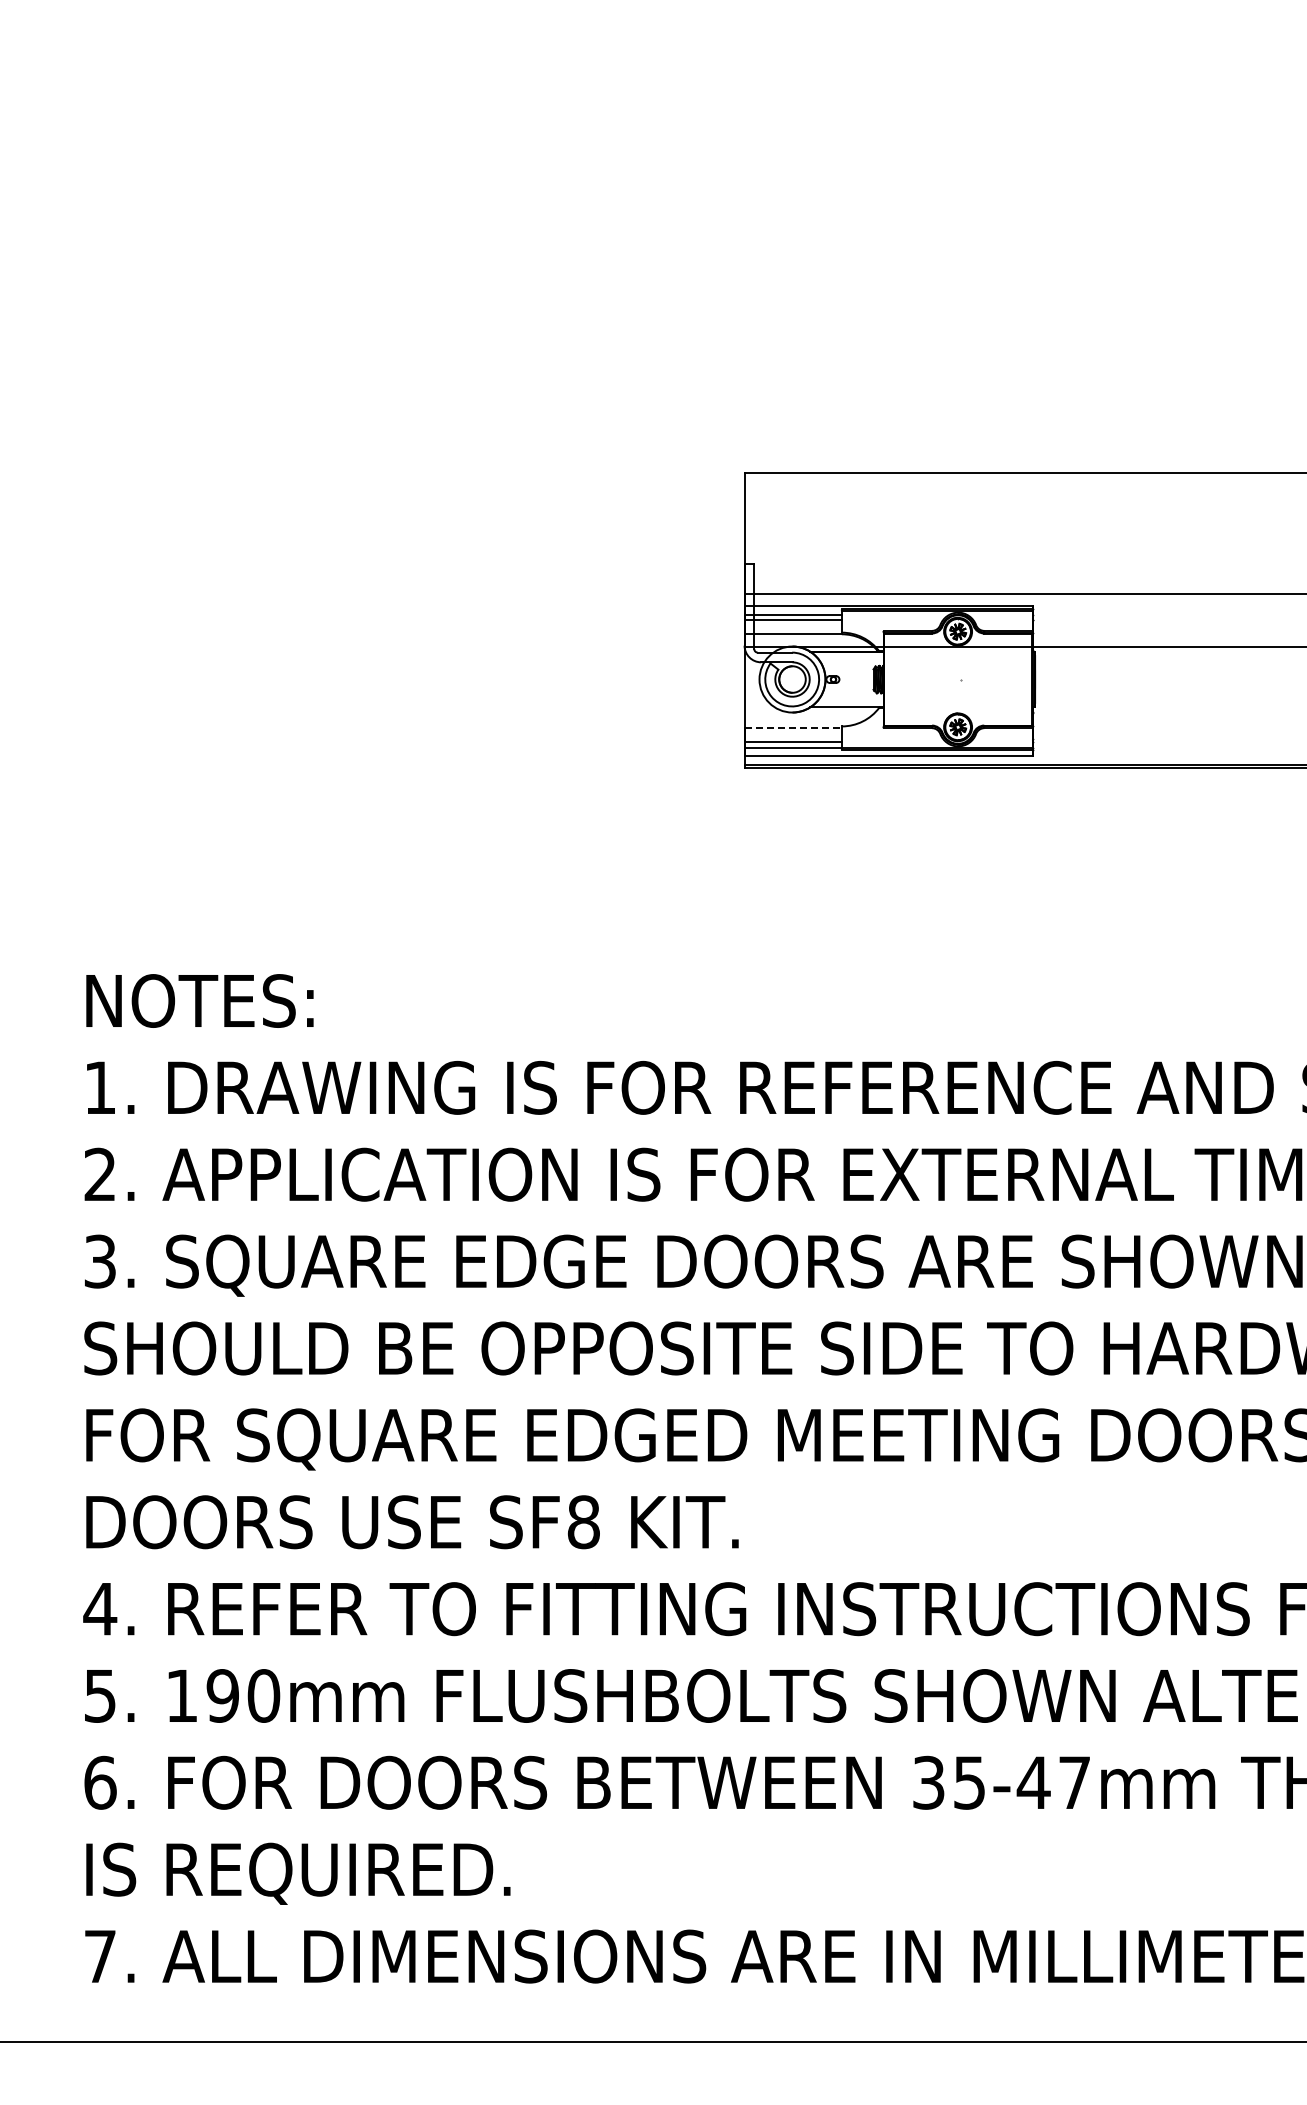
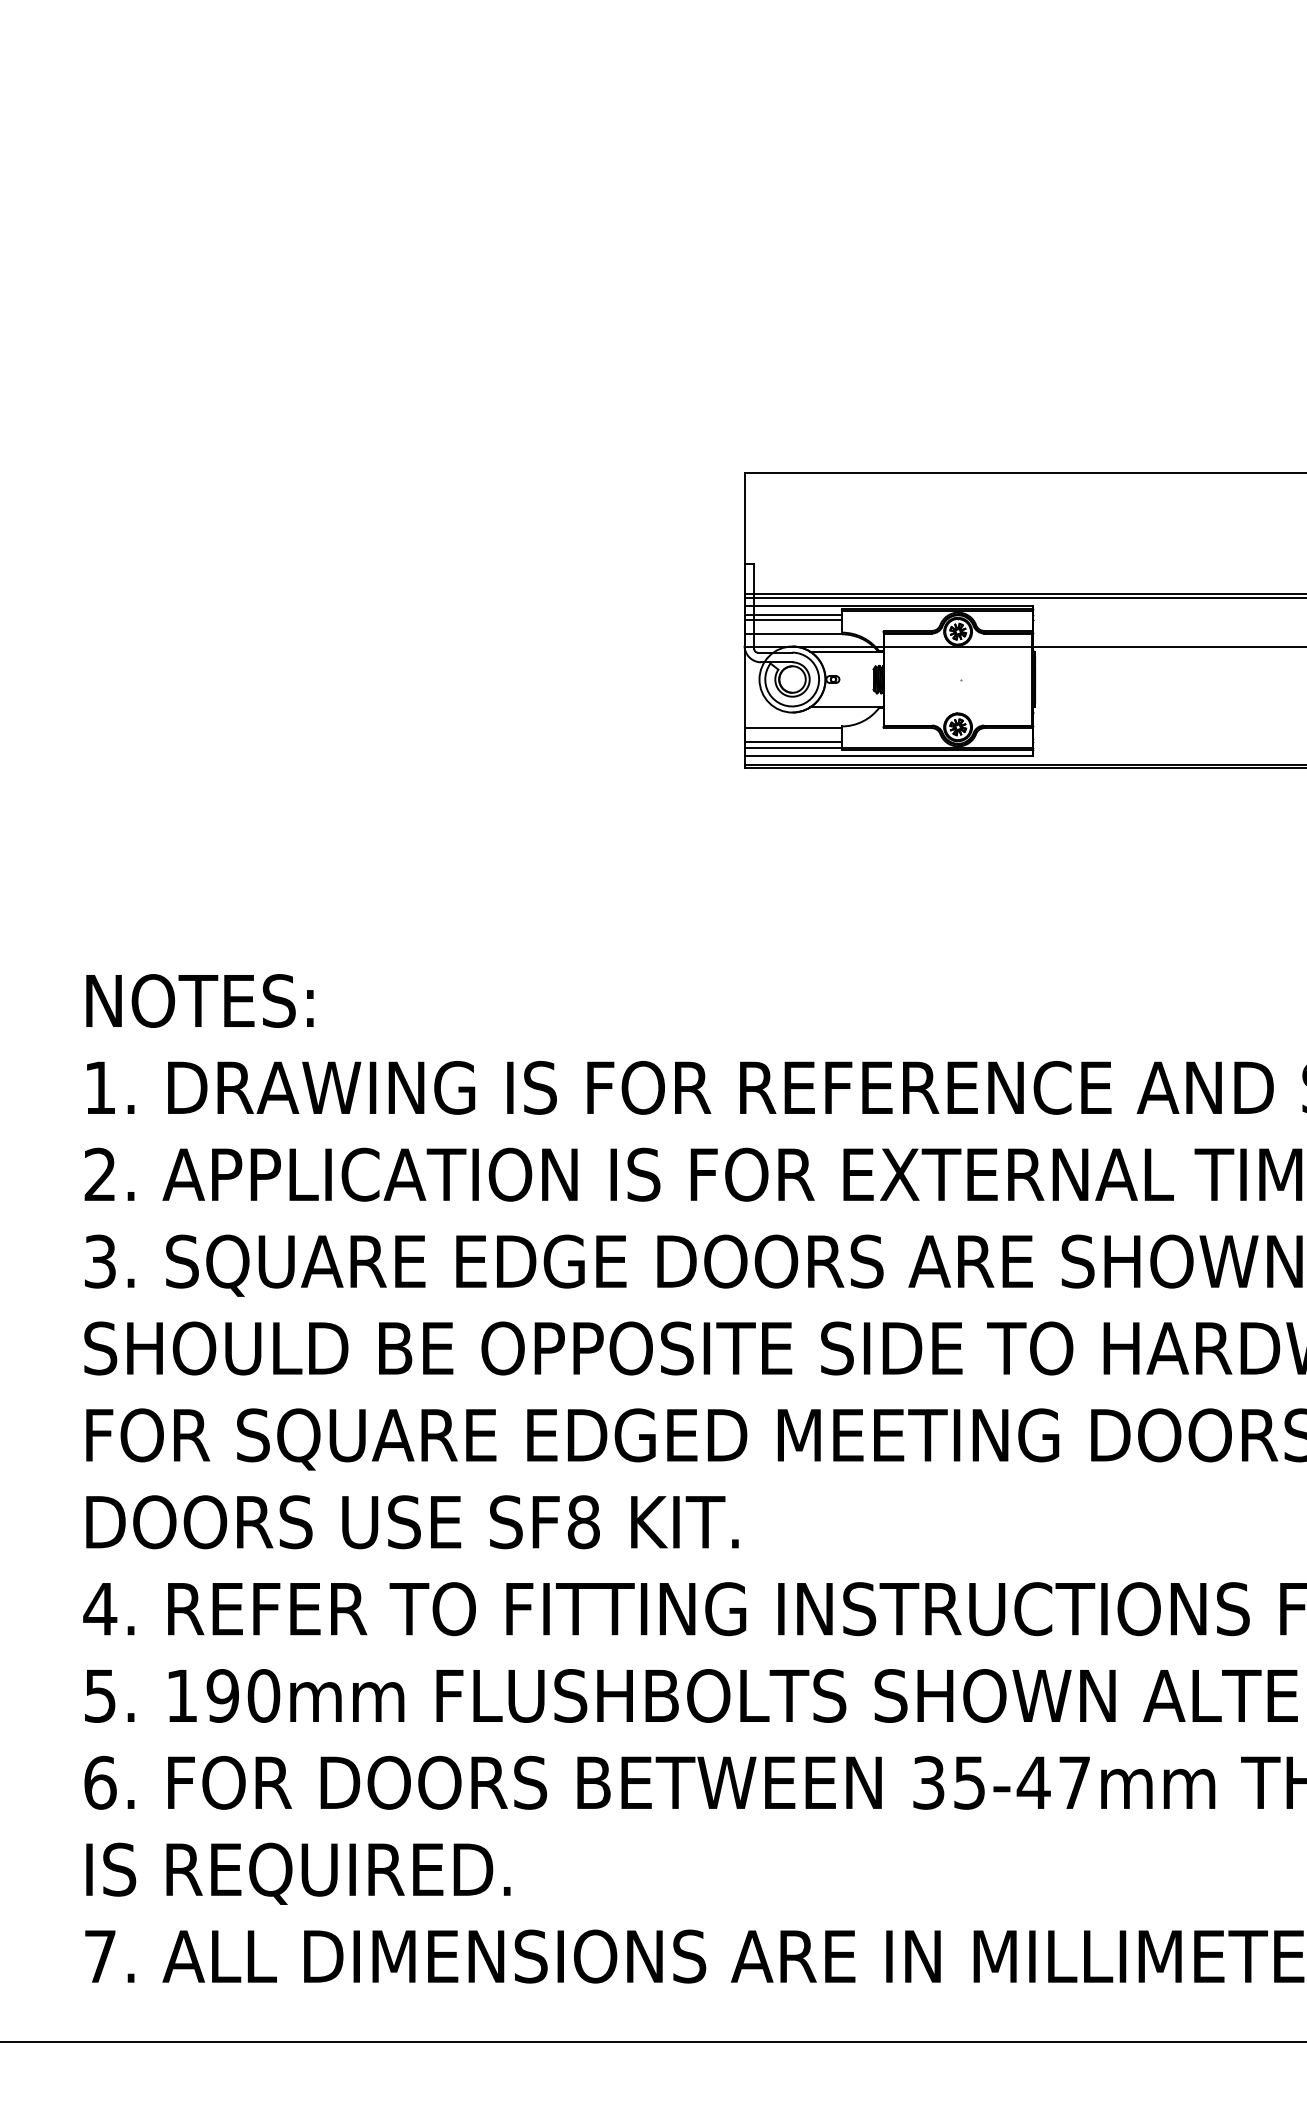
line at (1023, 597): none -> present
line at (793, 728): dashed -> solid
